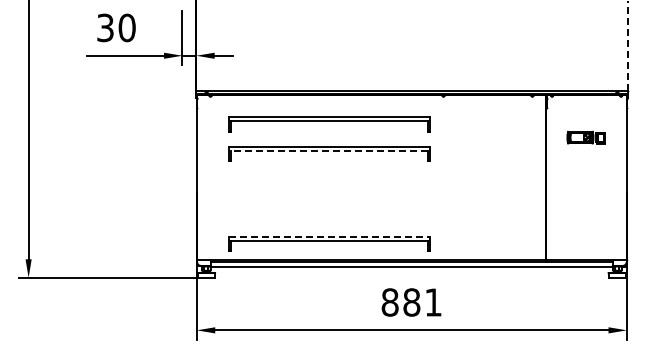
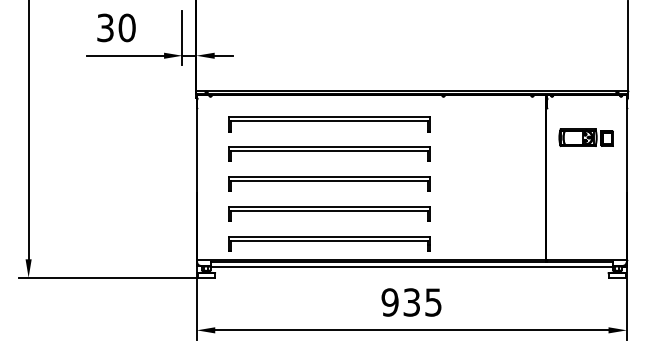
line at (627, 45): dashed -> solid
part at (585, 137) size: 40x15 px -> 56x19 px
line at (329, 151): dashed -> solid
part at (329, 183): none -> present
part at (329, 213): none -> present
line at (330, 236): dashed -> solid
text at (411, 302): 881 -> 935
